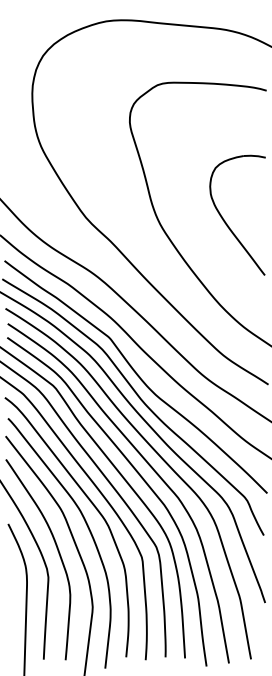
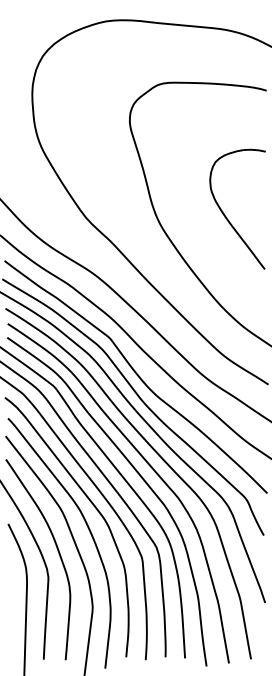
part at (227, 223) position: (227, 223) -> (227, 217)
